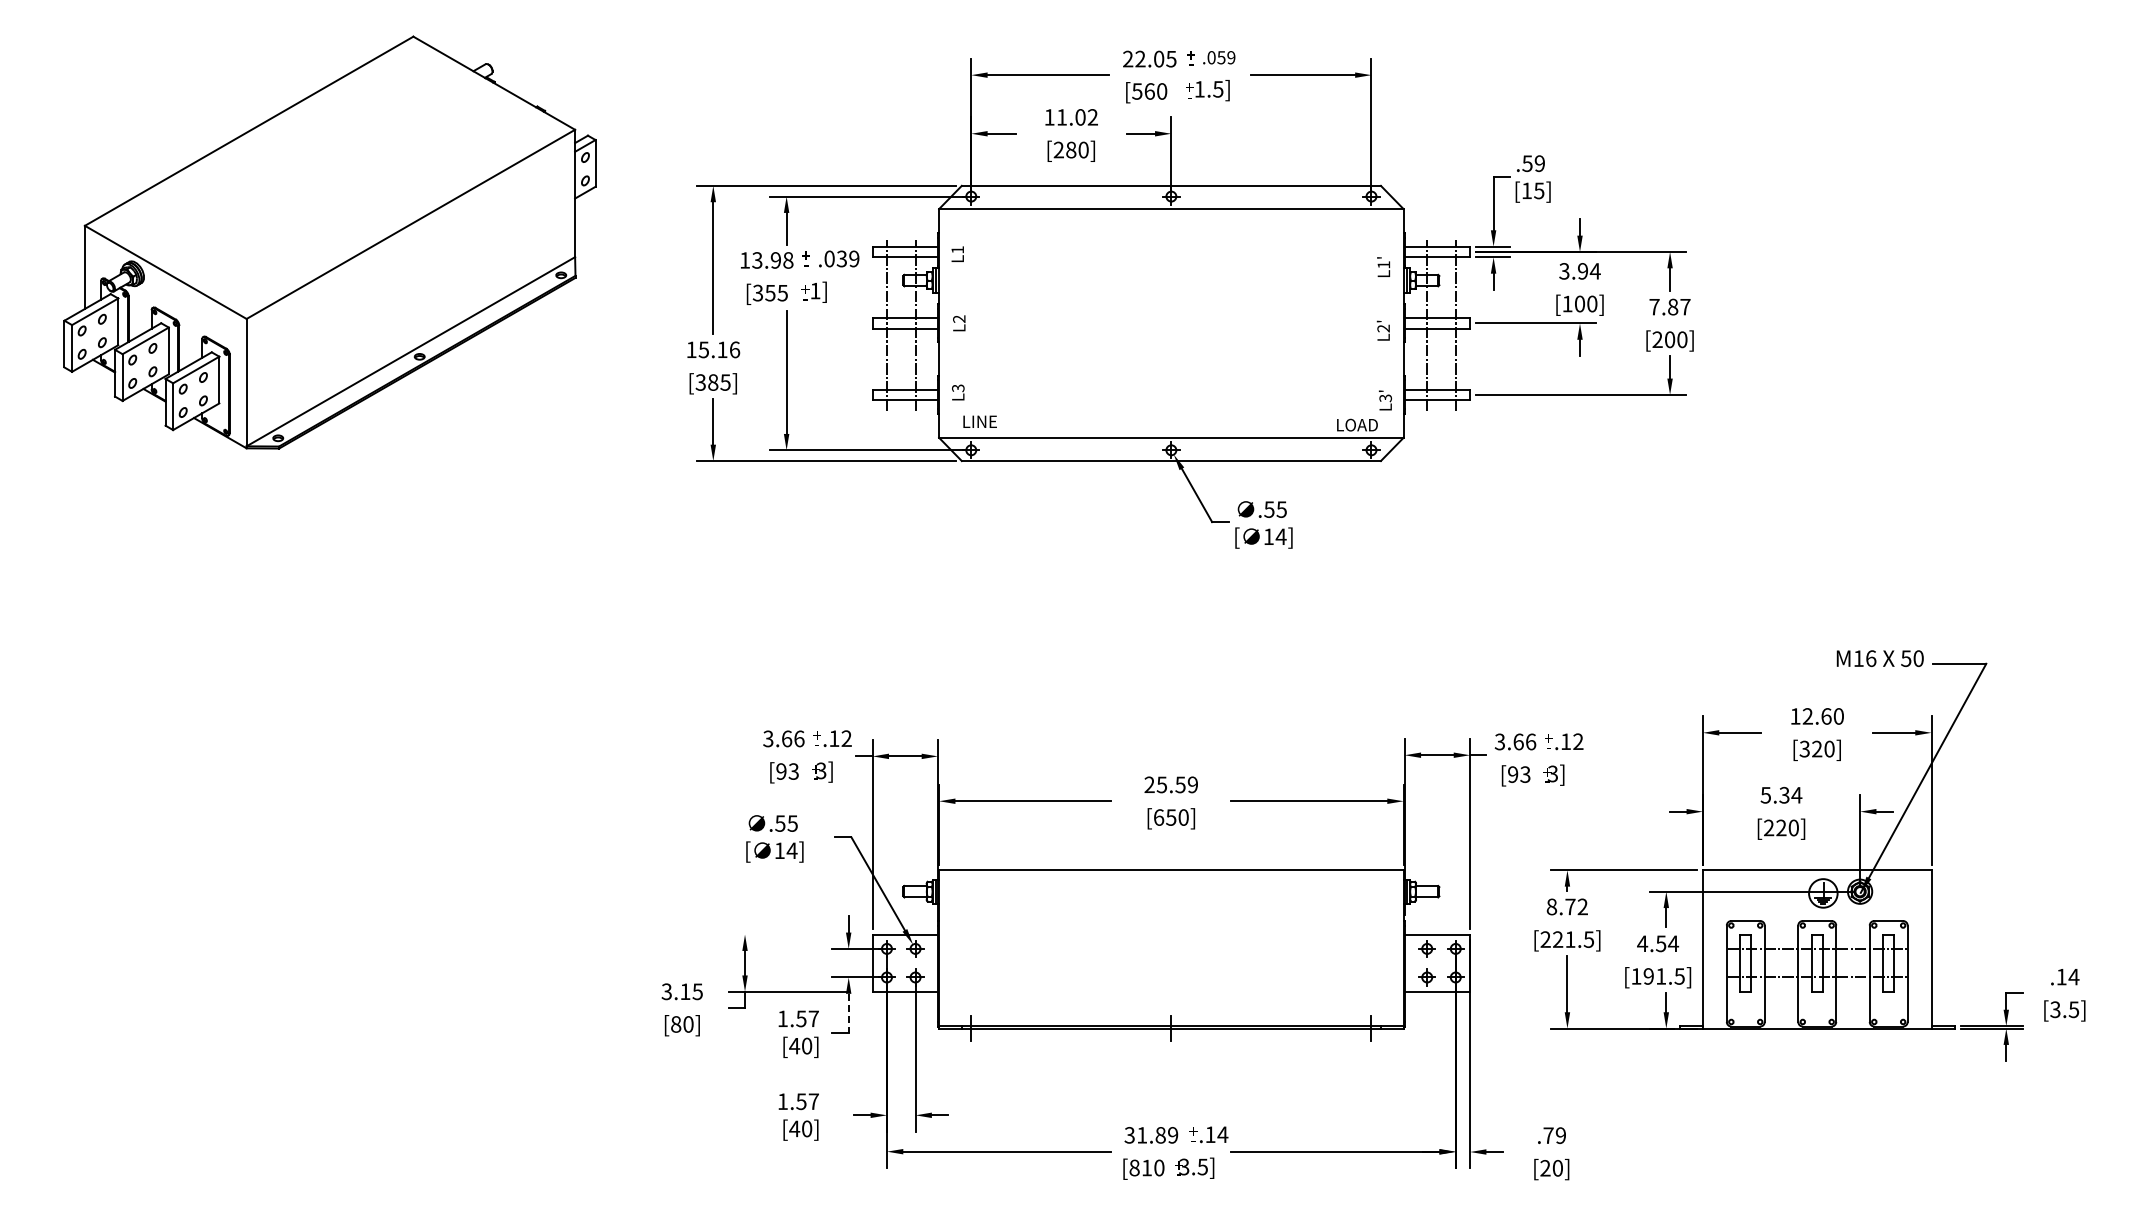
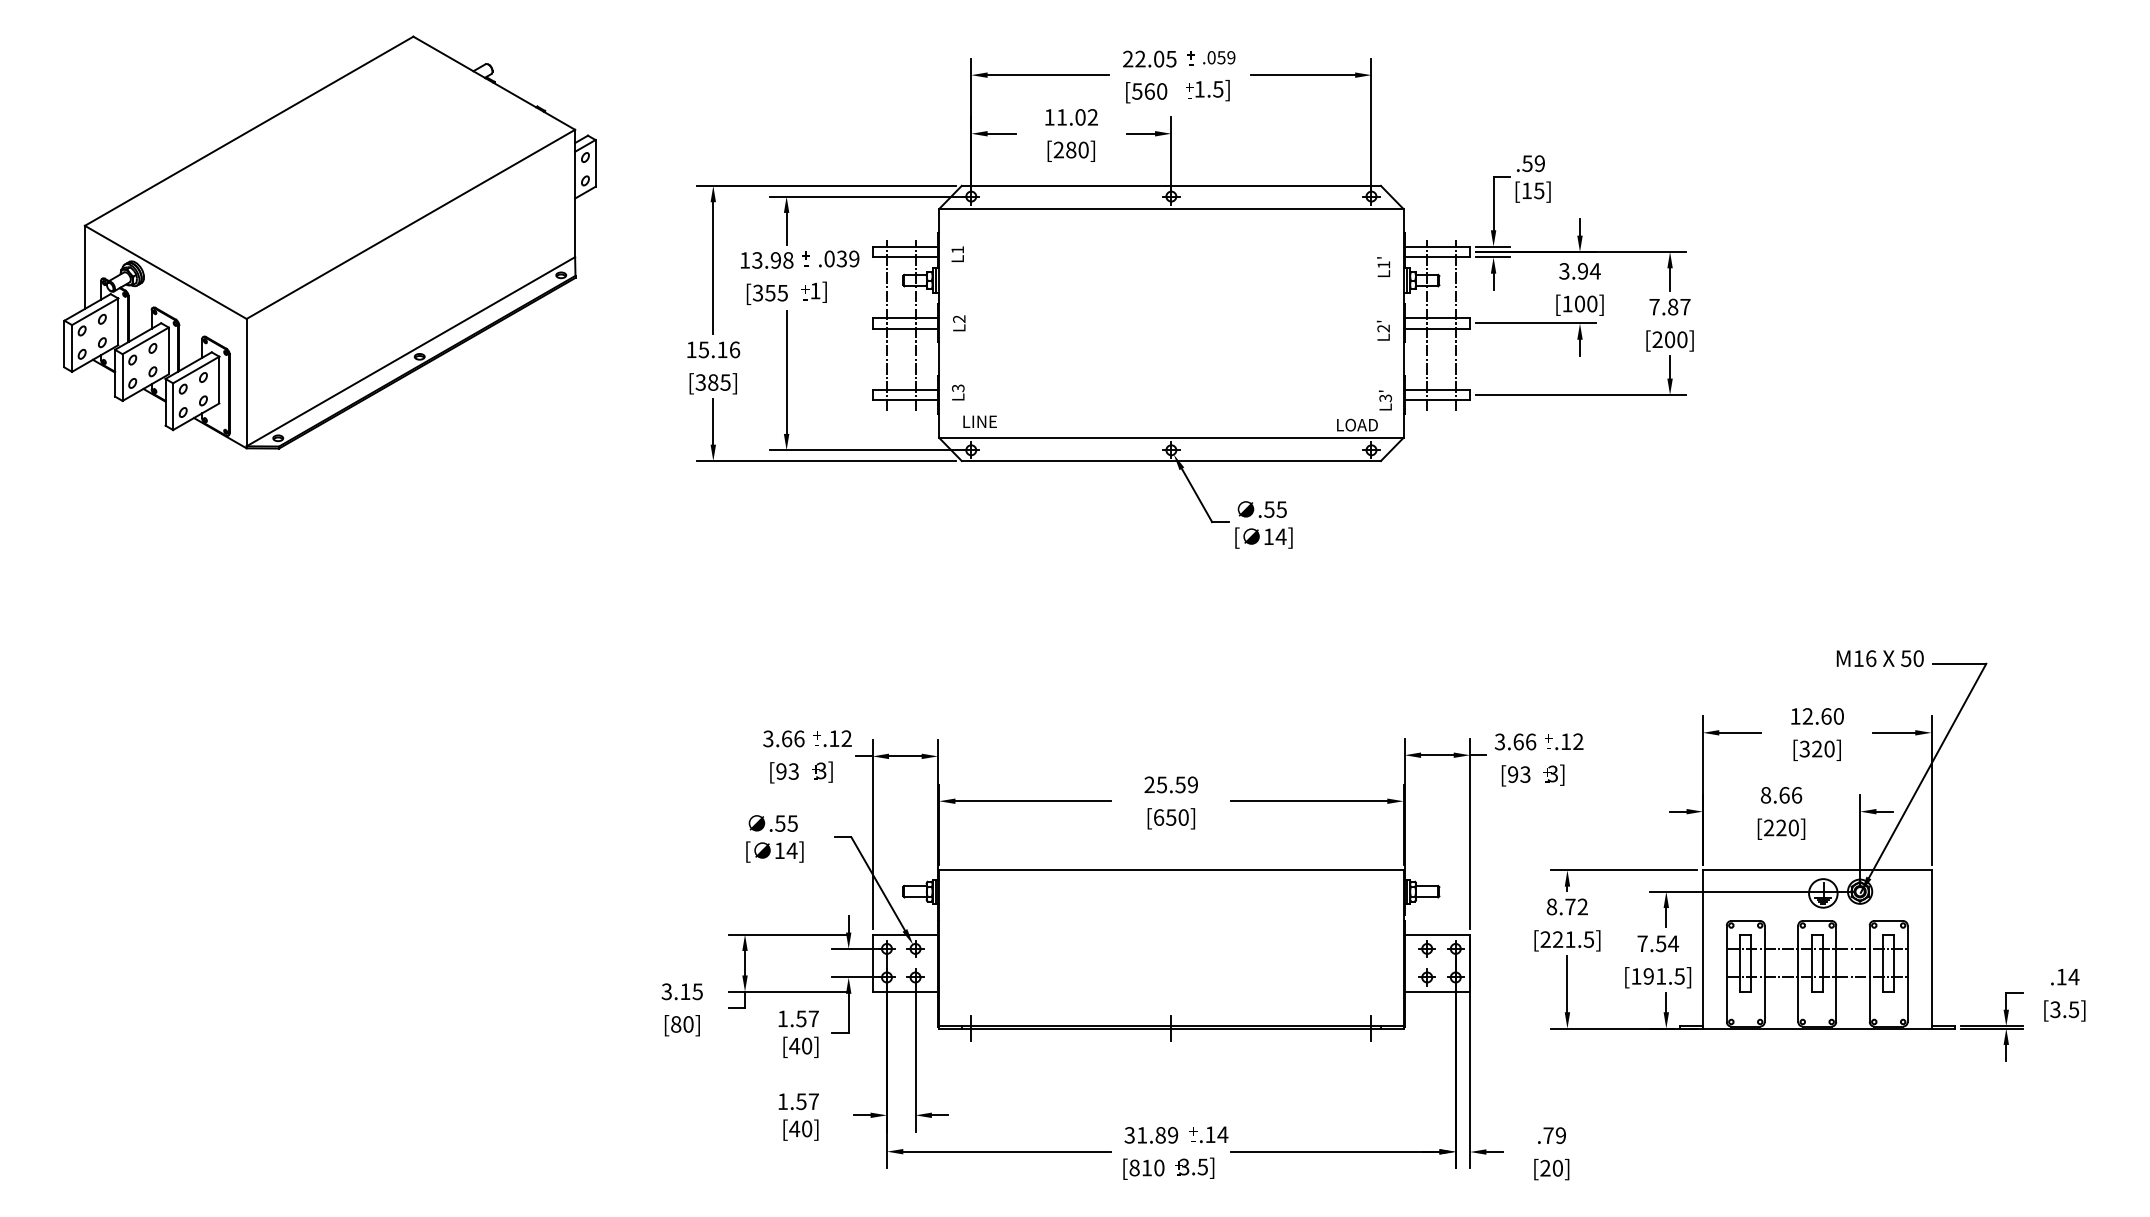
text at (1781, 795): 5.34 -> 8.66
line at (787, 934): none -> present
text at (1642, 943): 4.54 -> 7.54
line at (848, 1013): dashed -> solid
